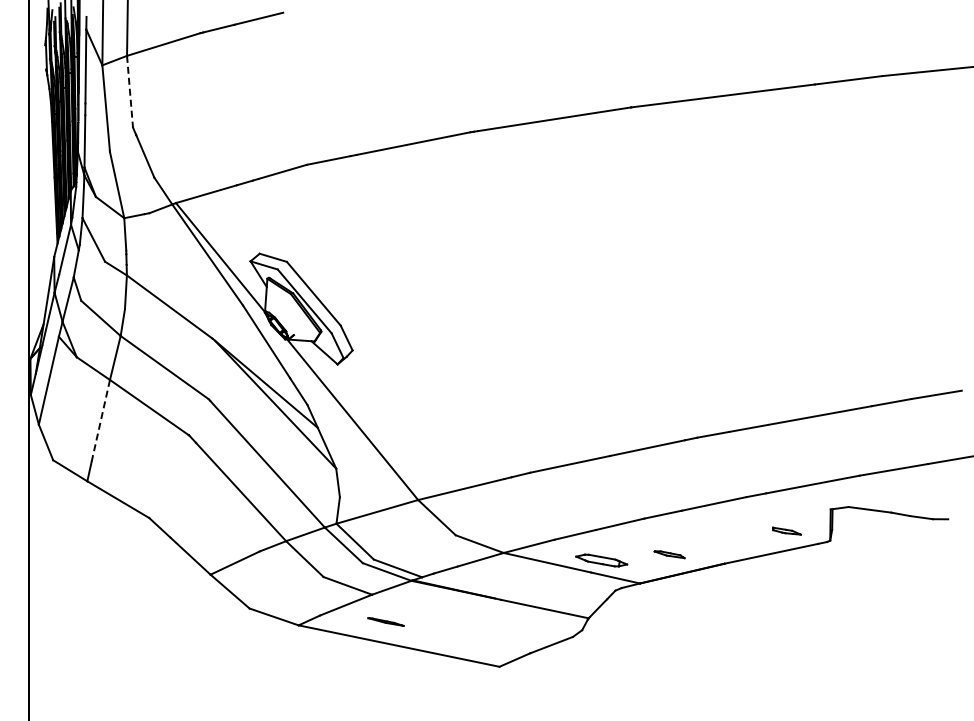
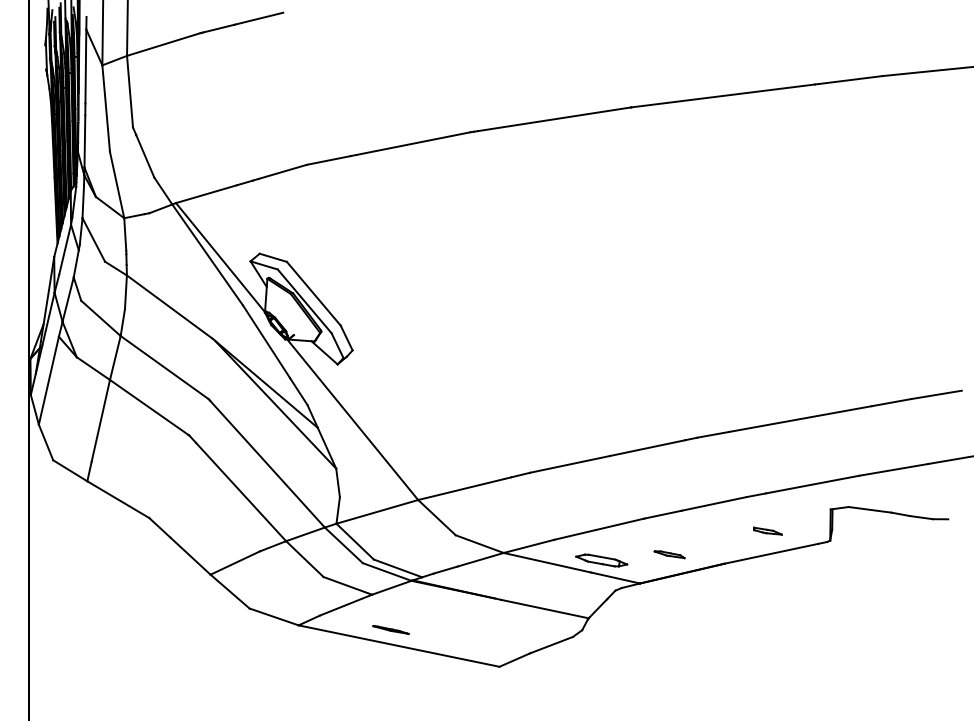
line at (130, 91): dashed -> solid
line at (100, 420): dashed -> solid
part at (786, 530) position: (786, 530) -> (767, 530)
line at (385, 621) position: (385, 621) -> (390, 629)
